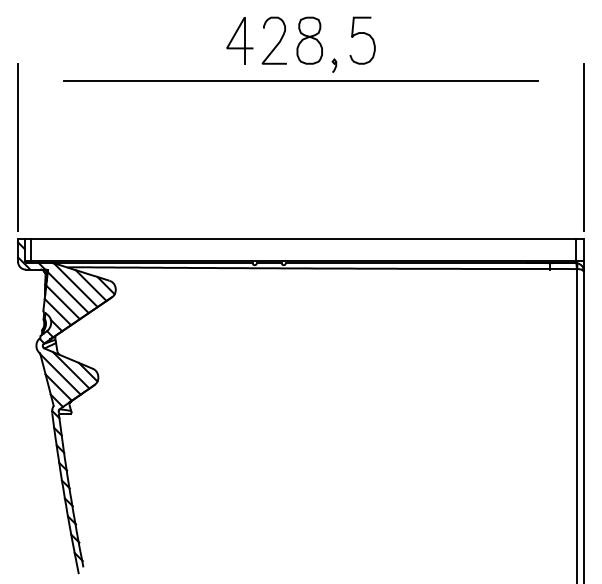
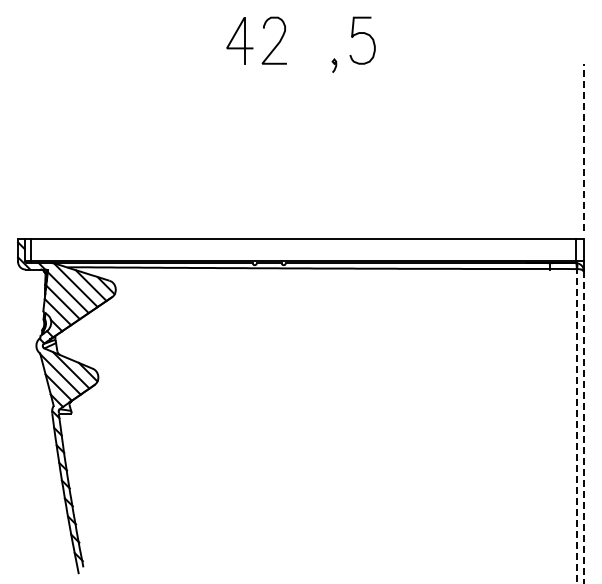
part at (309, 40): present -> none
line at (300, 80): present -> none
line at (18, 147): present -> none
line at (583, 147): solid -> dashed
line at (577, 425): solid -> dashed
line at (583, 427): solid -> dashed
